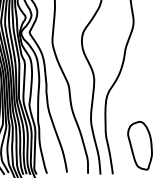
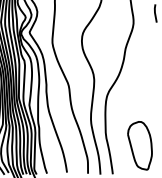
line at (155, 13): none -> present
